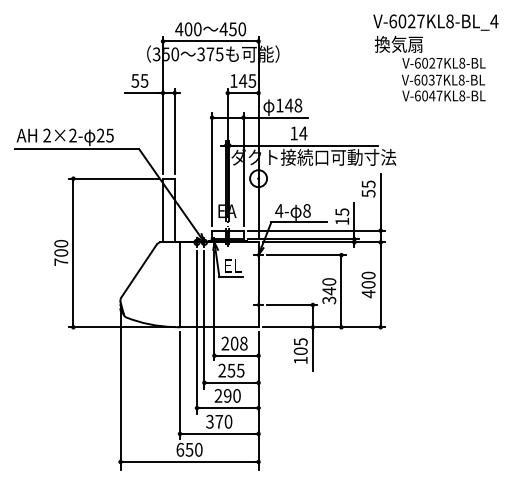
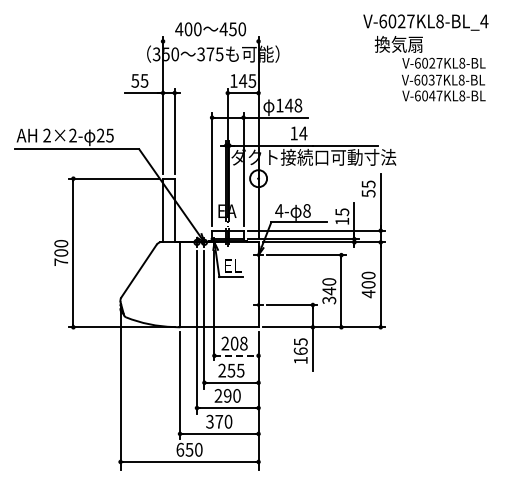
text at (435, 22) position: (435, 22) -> (425, 22)
line at (210, 41): present -> none
text at (300, 350): 105 -> 165
line at (237, 355): solid -> dashed
